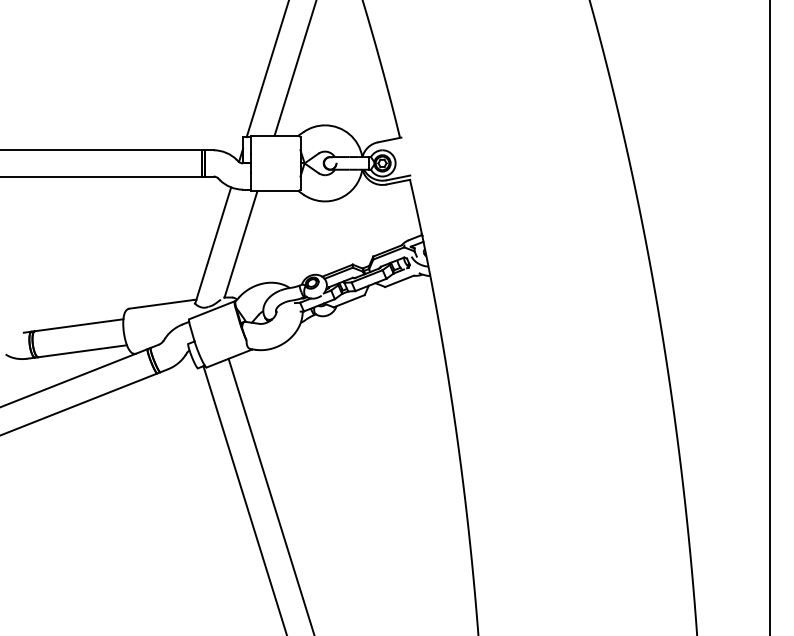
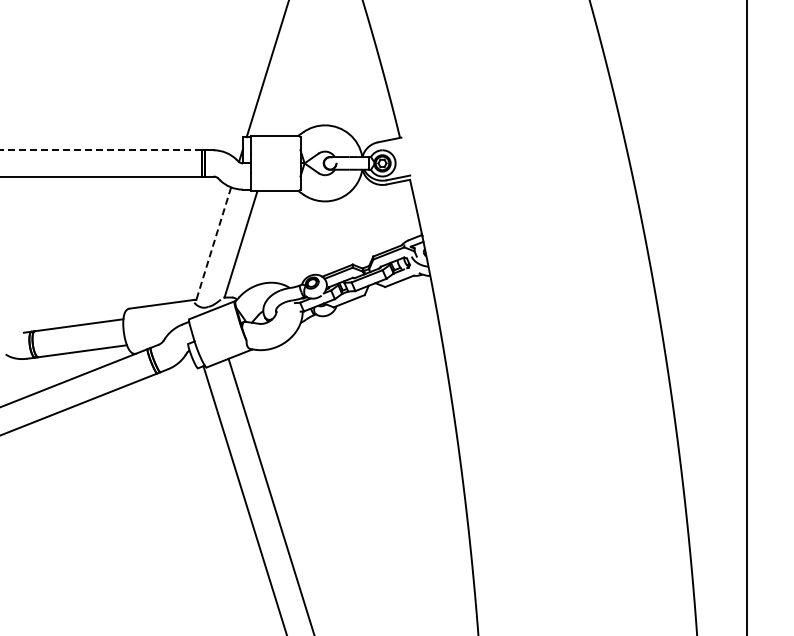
line at (294, 68): present -> none
line at (101, 150): solid -> dashed
line at (213, 245): solid -> dashed
line at (770, 317) position: (770, 317) -> (747, 317)
